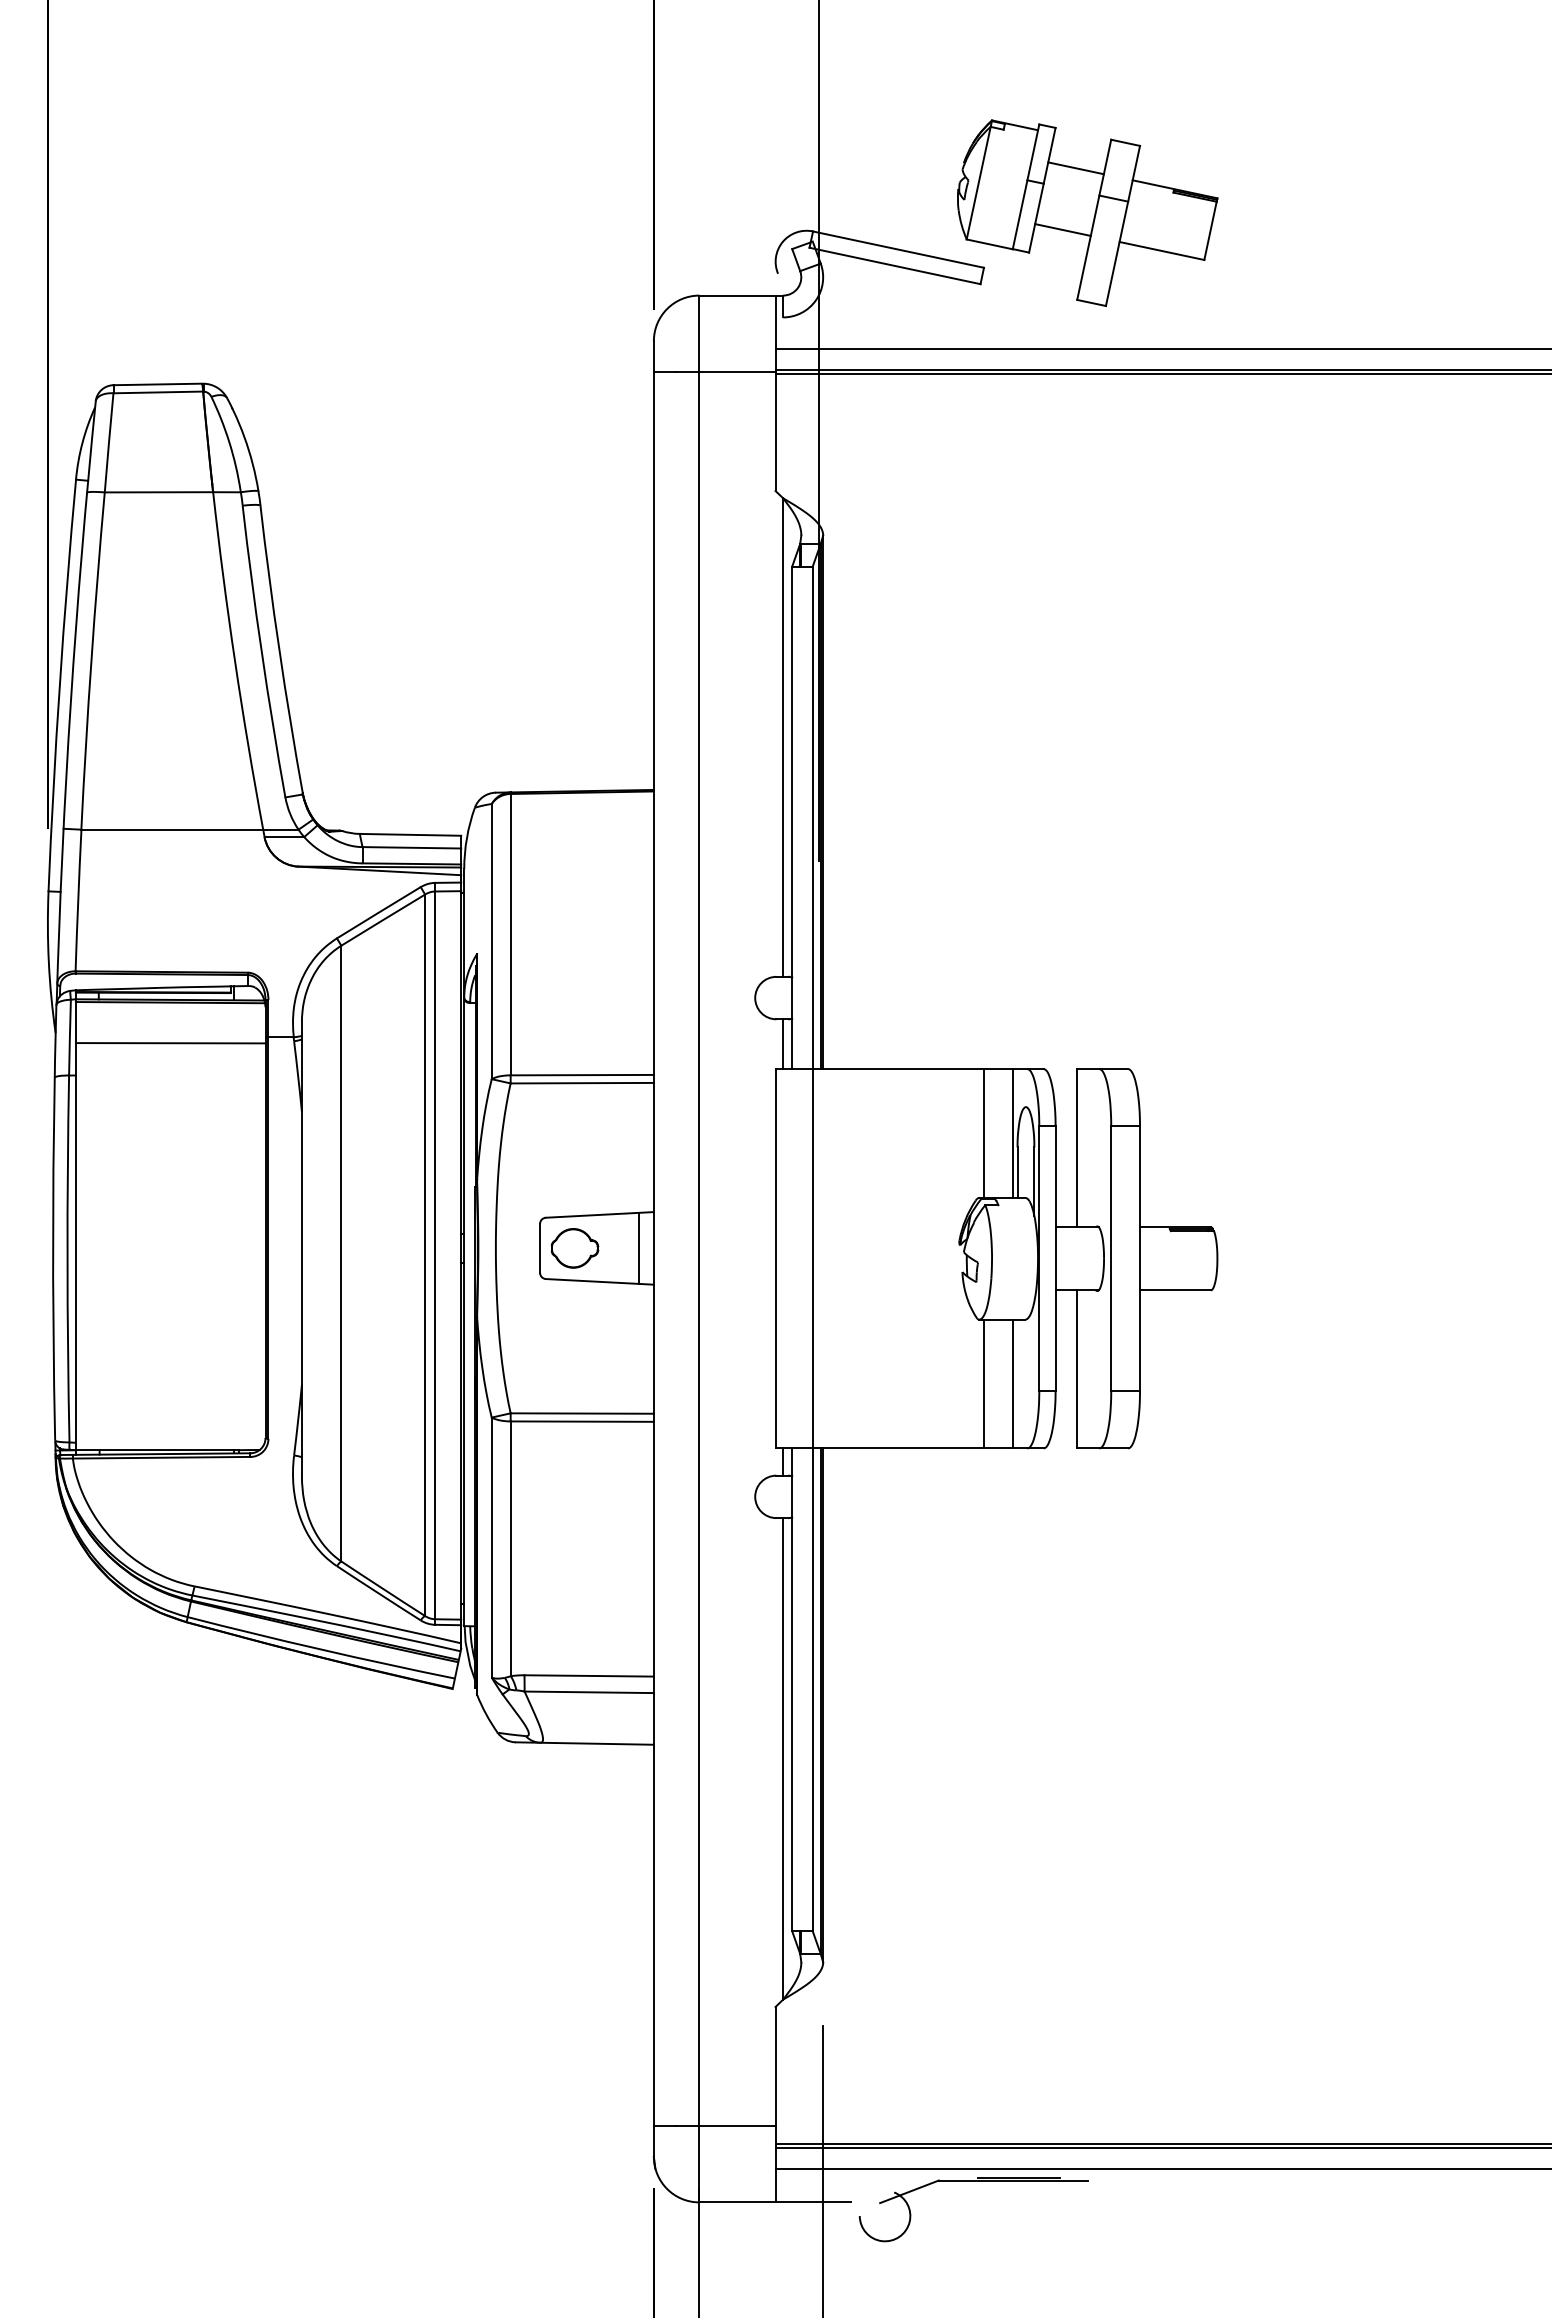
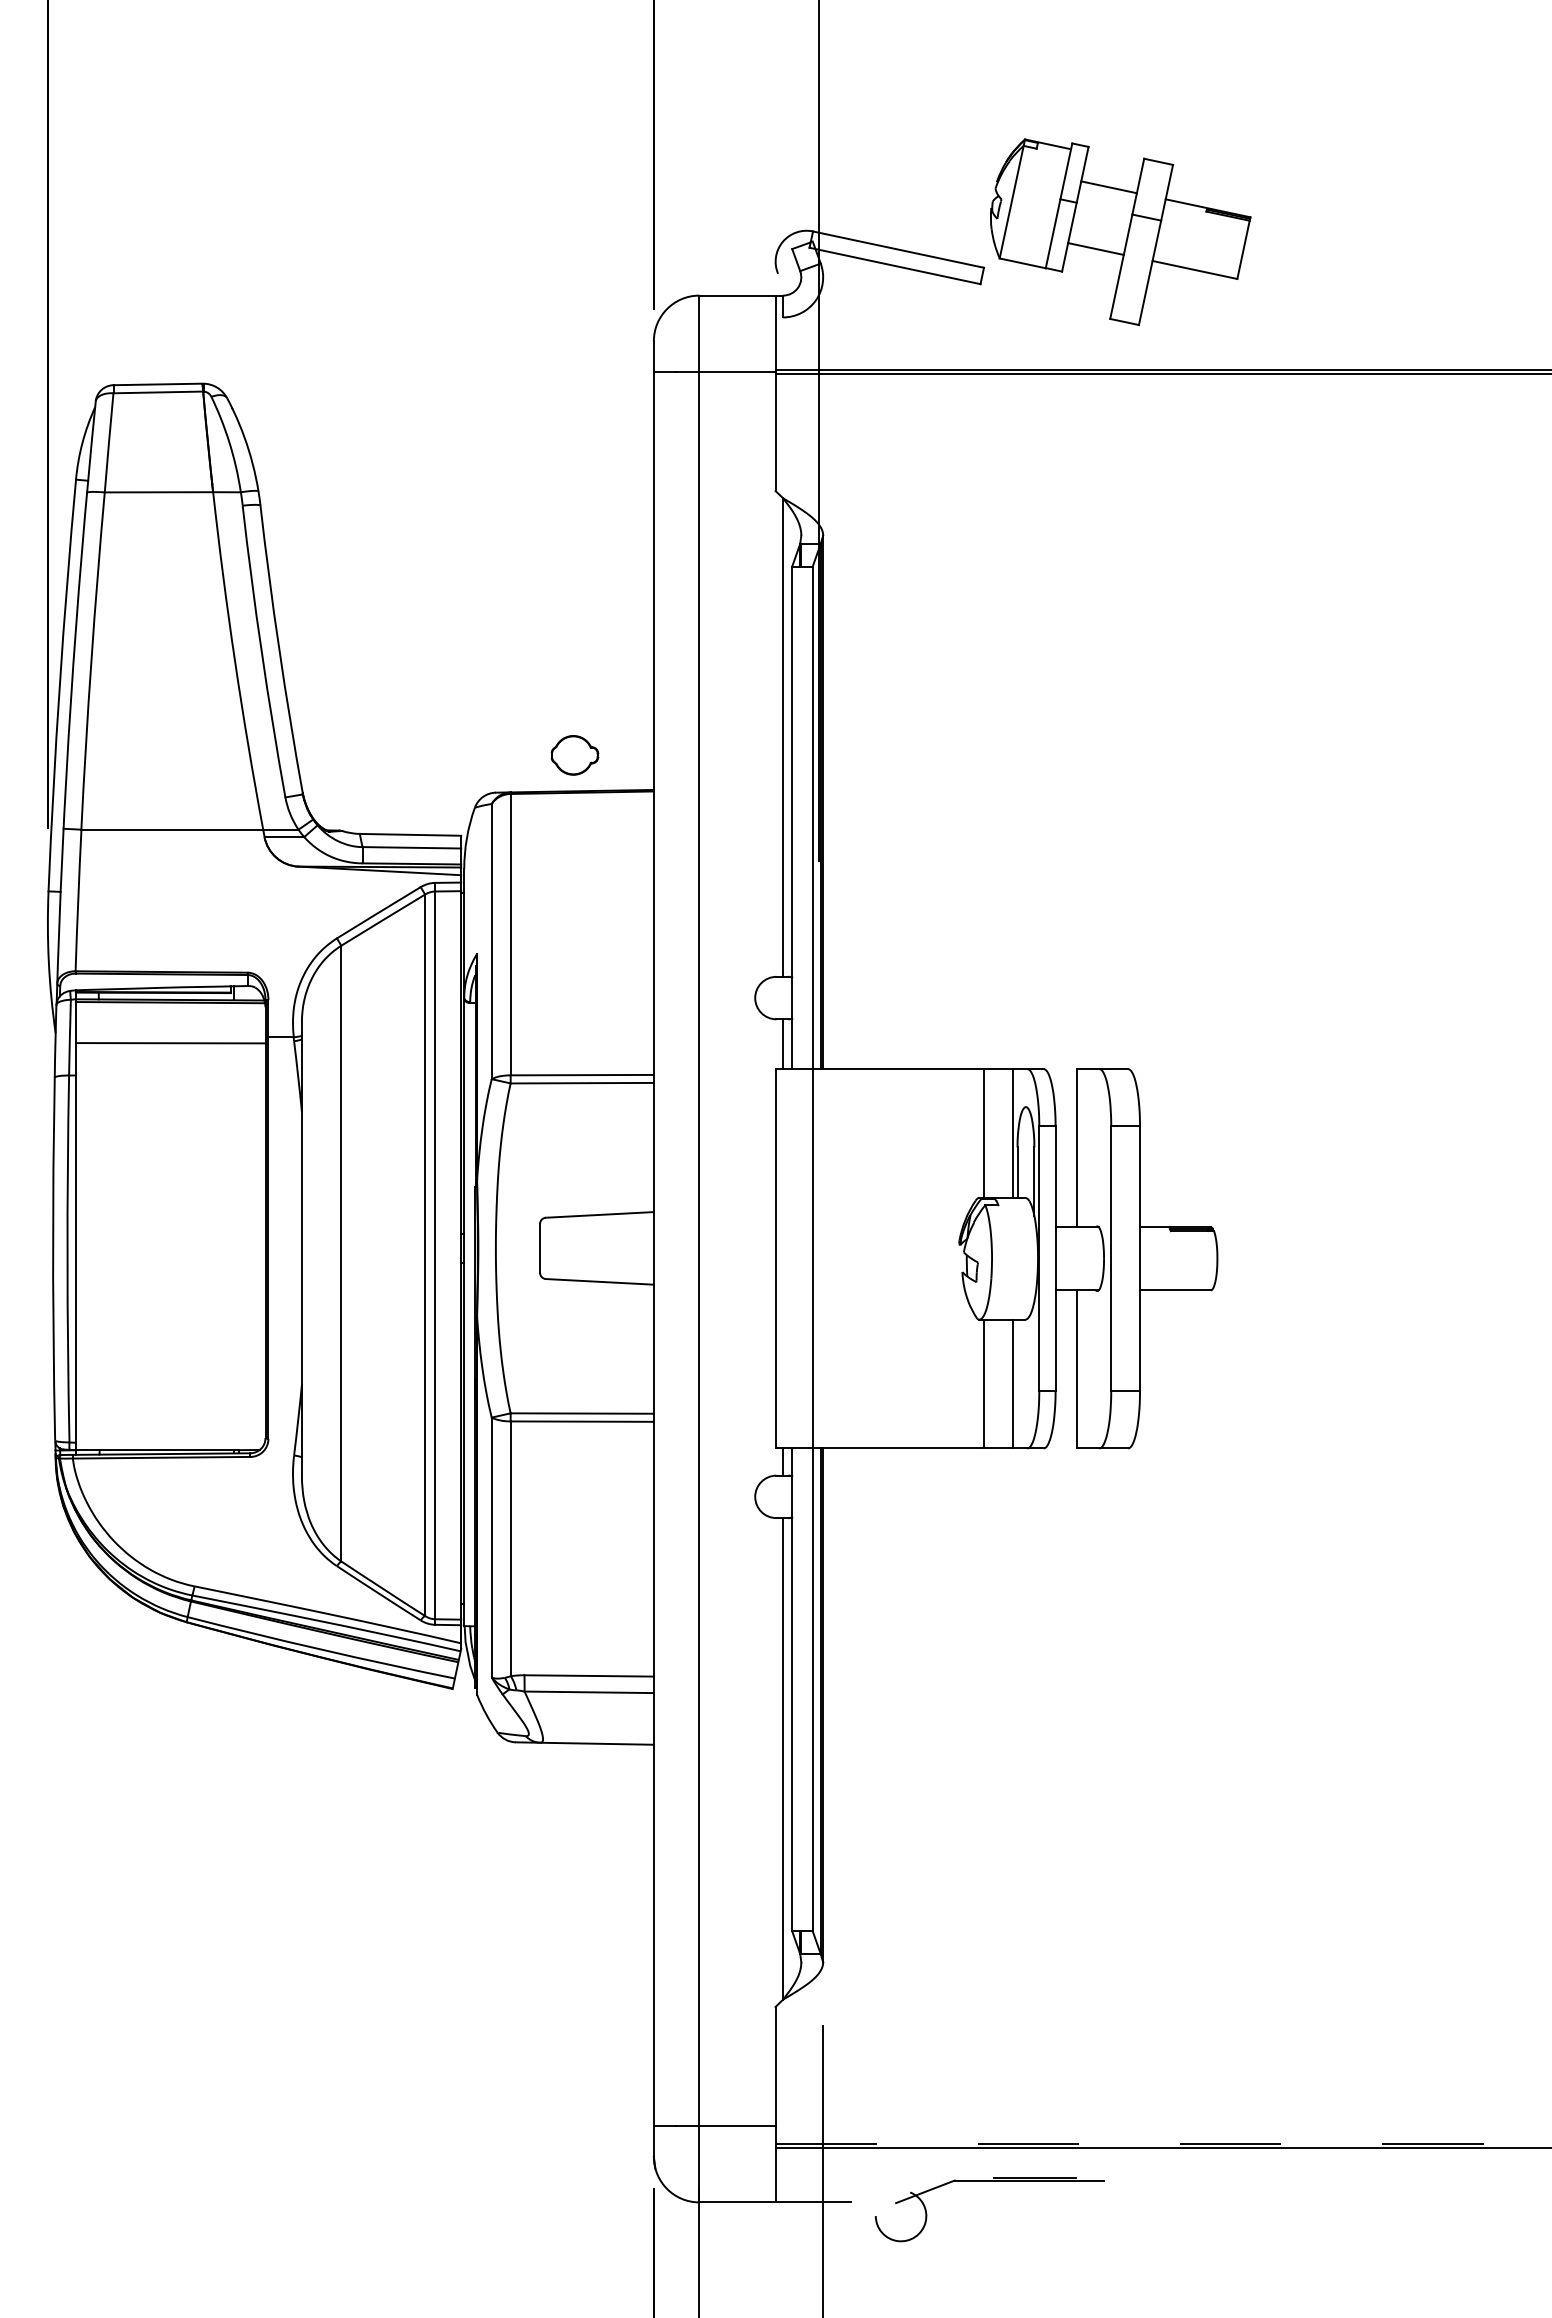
part at (1087, 212) position: (1087, 212) -> (1120, 231)
line at (1161, 348): present -> none
line at (638, 1247): present -> none
part at (574, 1248) position: (574, 1248) -> (574, 755)
line at (1163, 2143): solid -> dashed
line at (1161, 2169): present -> none
part at (973, 2181) position: (973, 2181) -> (989, 2181)
